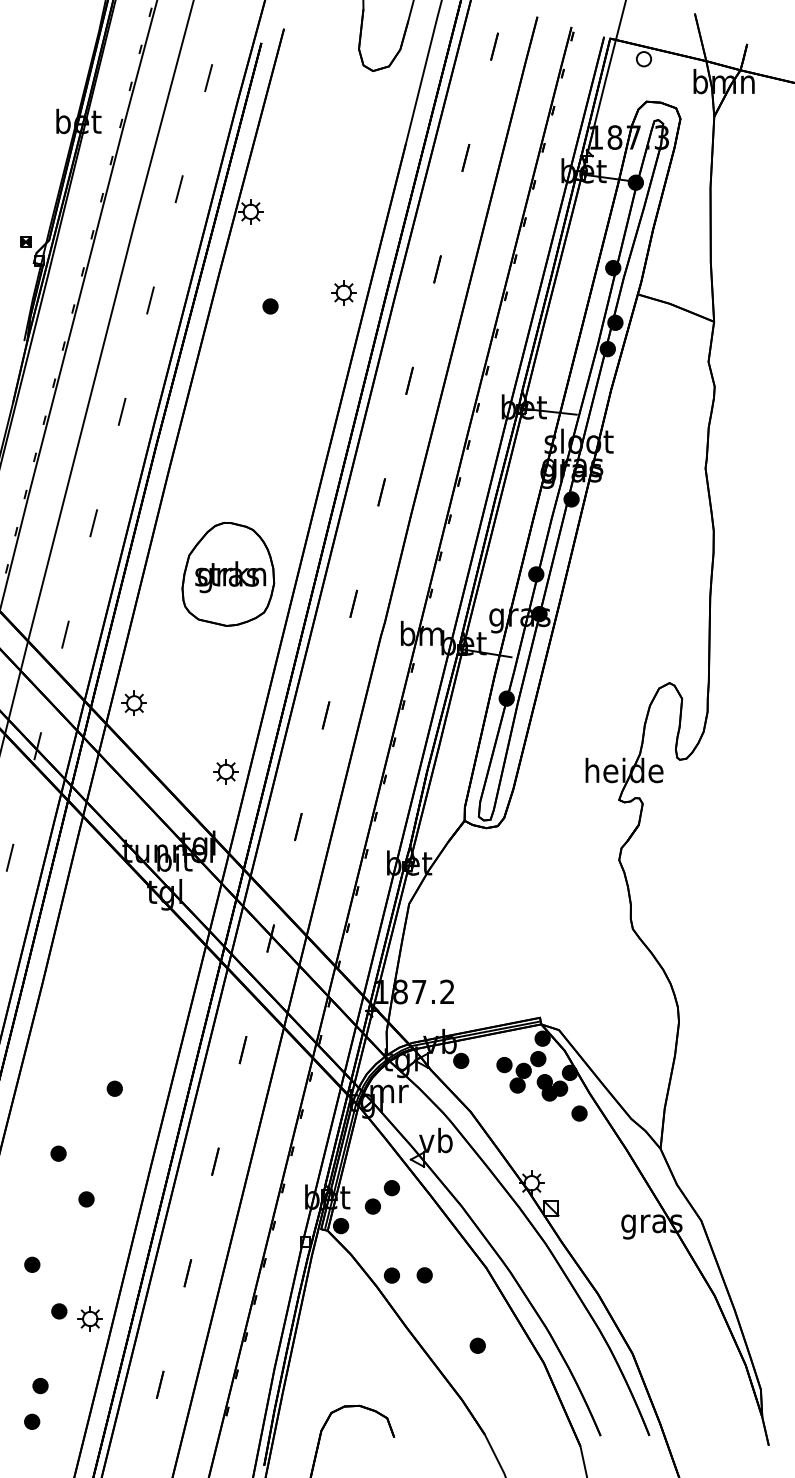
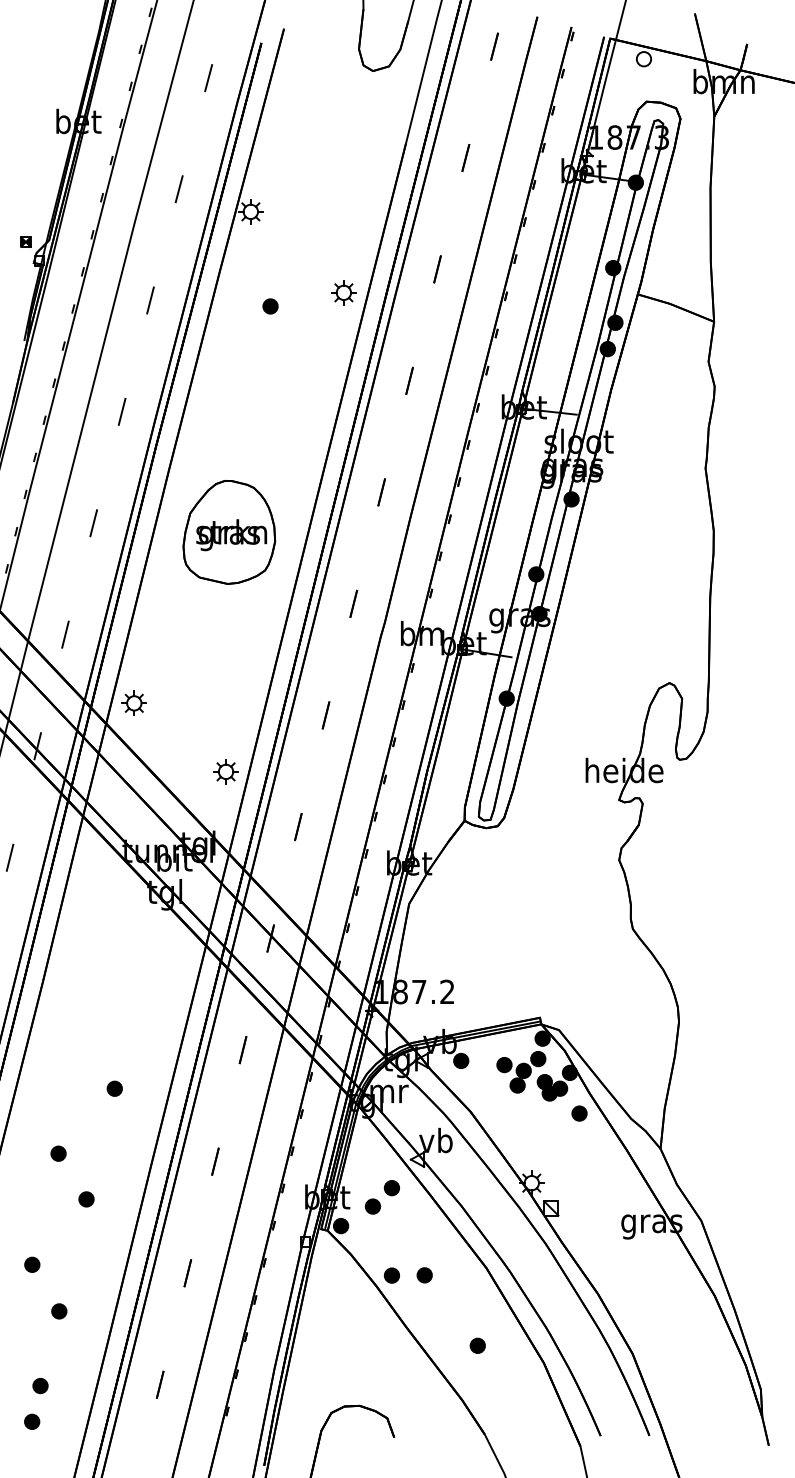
part at (228, 574) position: (228, 574) -> (229, 532)
part at (89, 1318): present -> none
